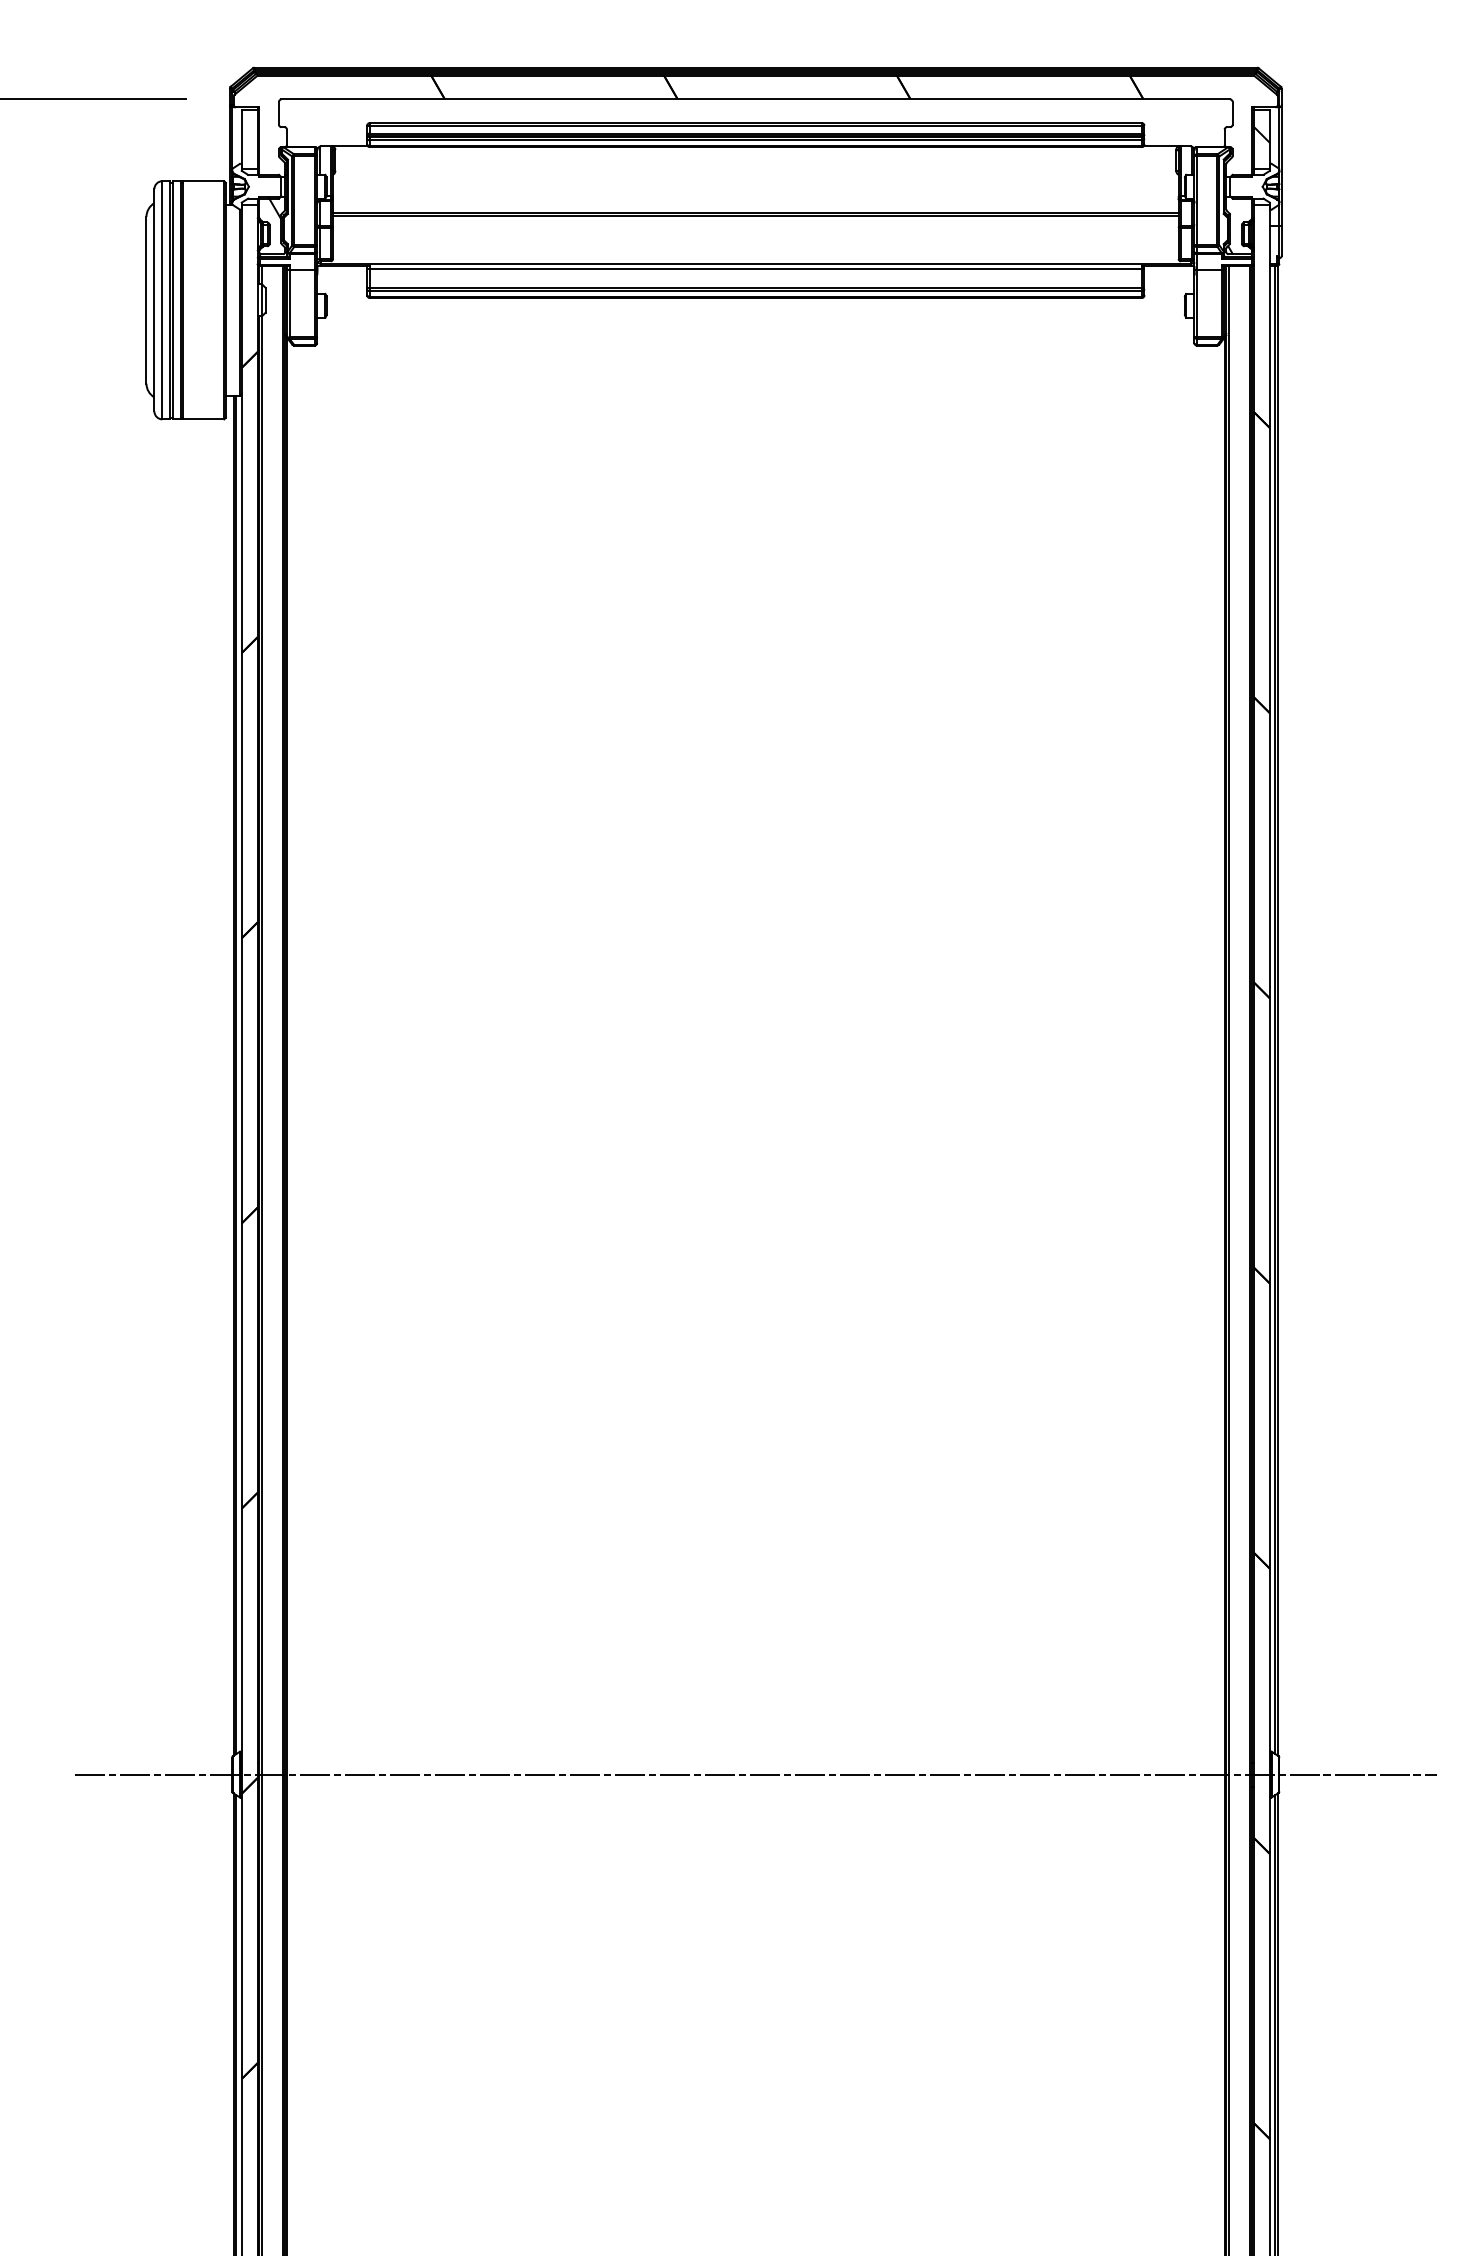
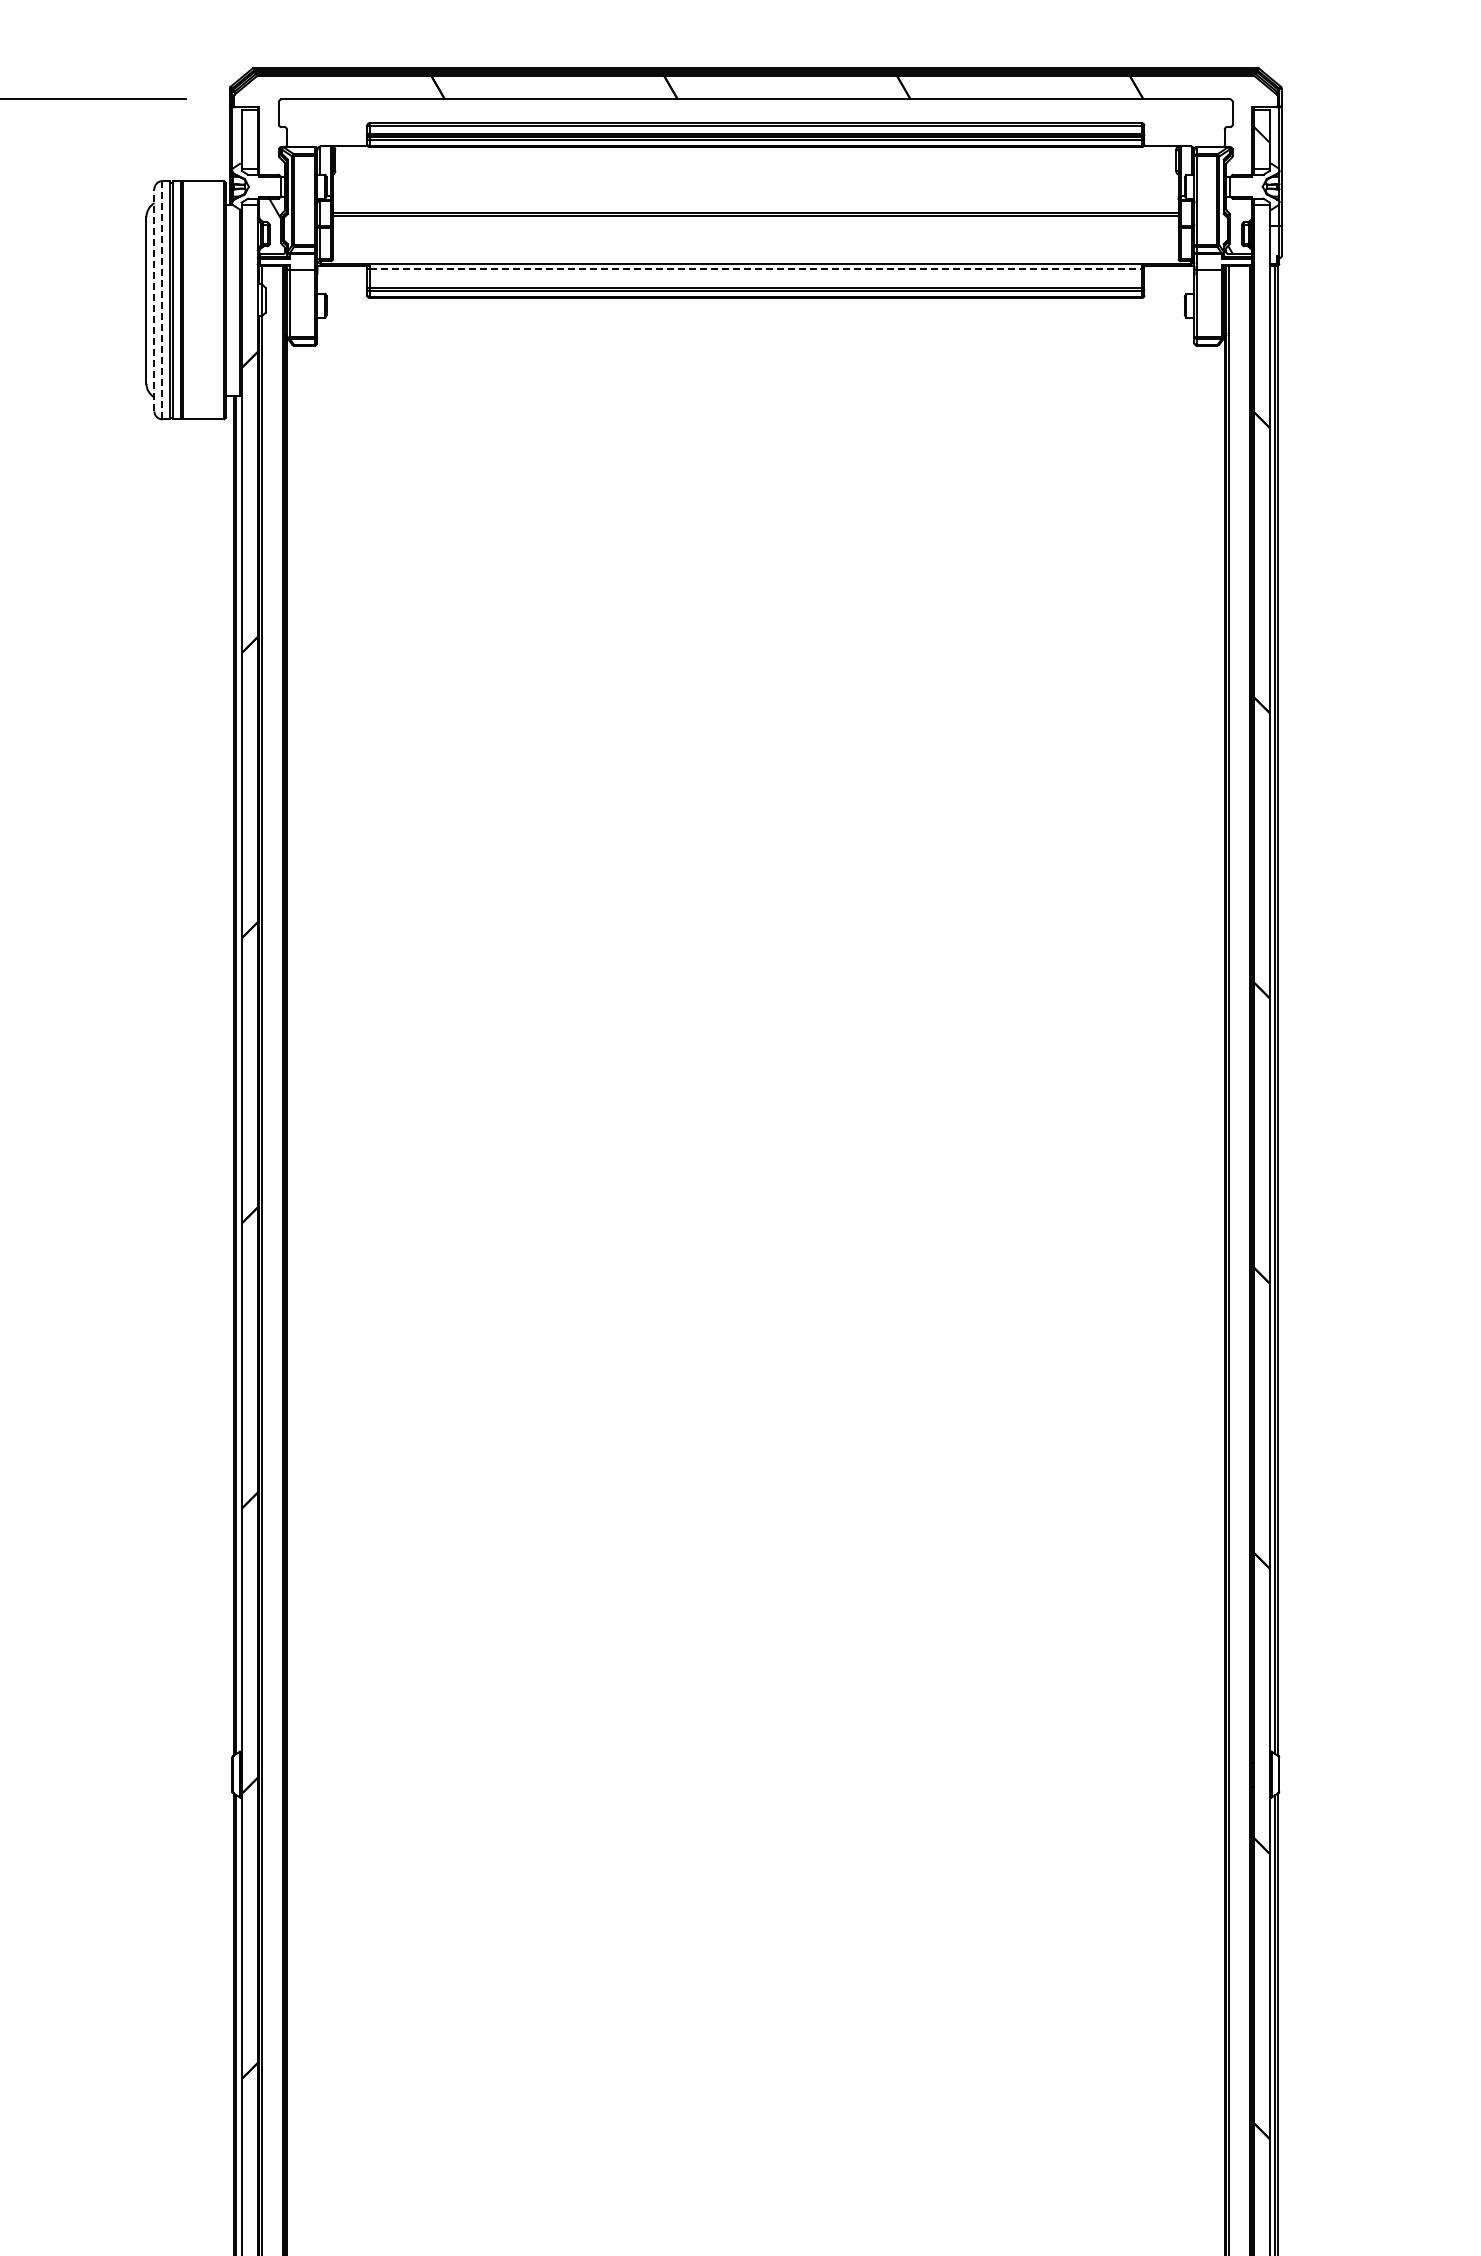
line at (756, 269): solid -> dashed
line at (154, 299): solid -> dashed
line at (162, 300): solid -> dashed
line at (755, 1774): present -> none
